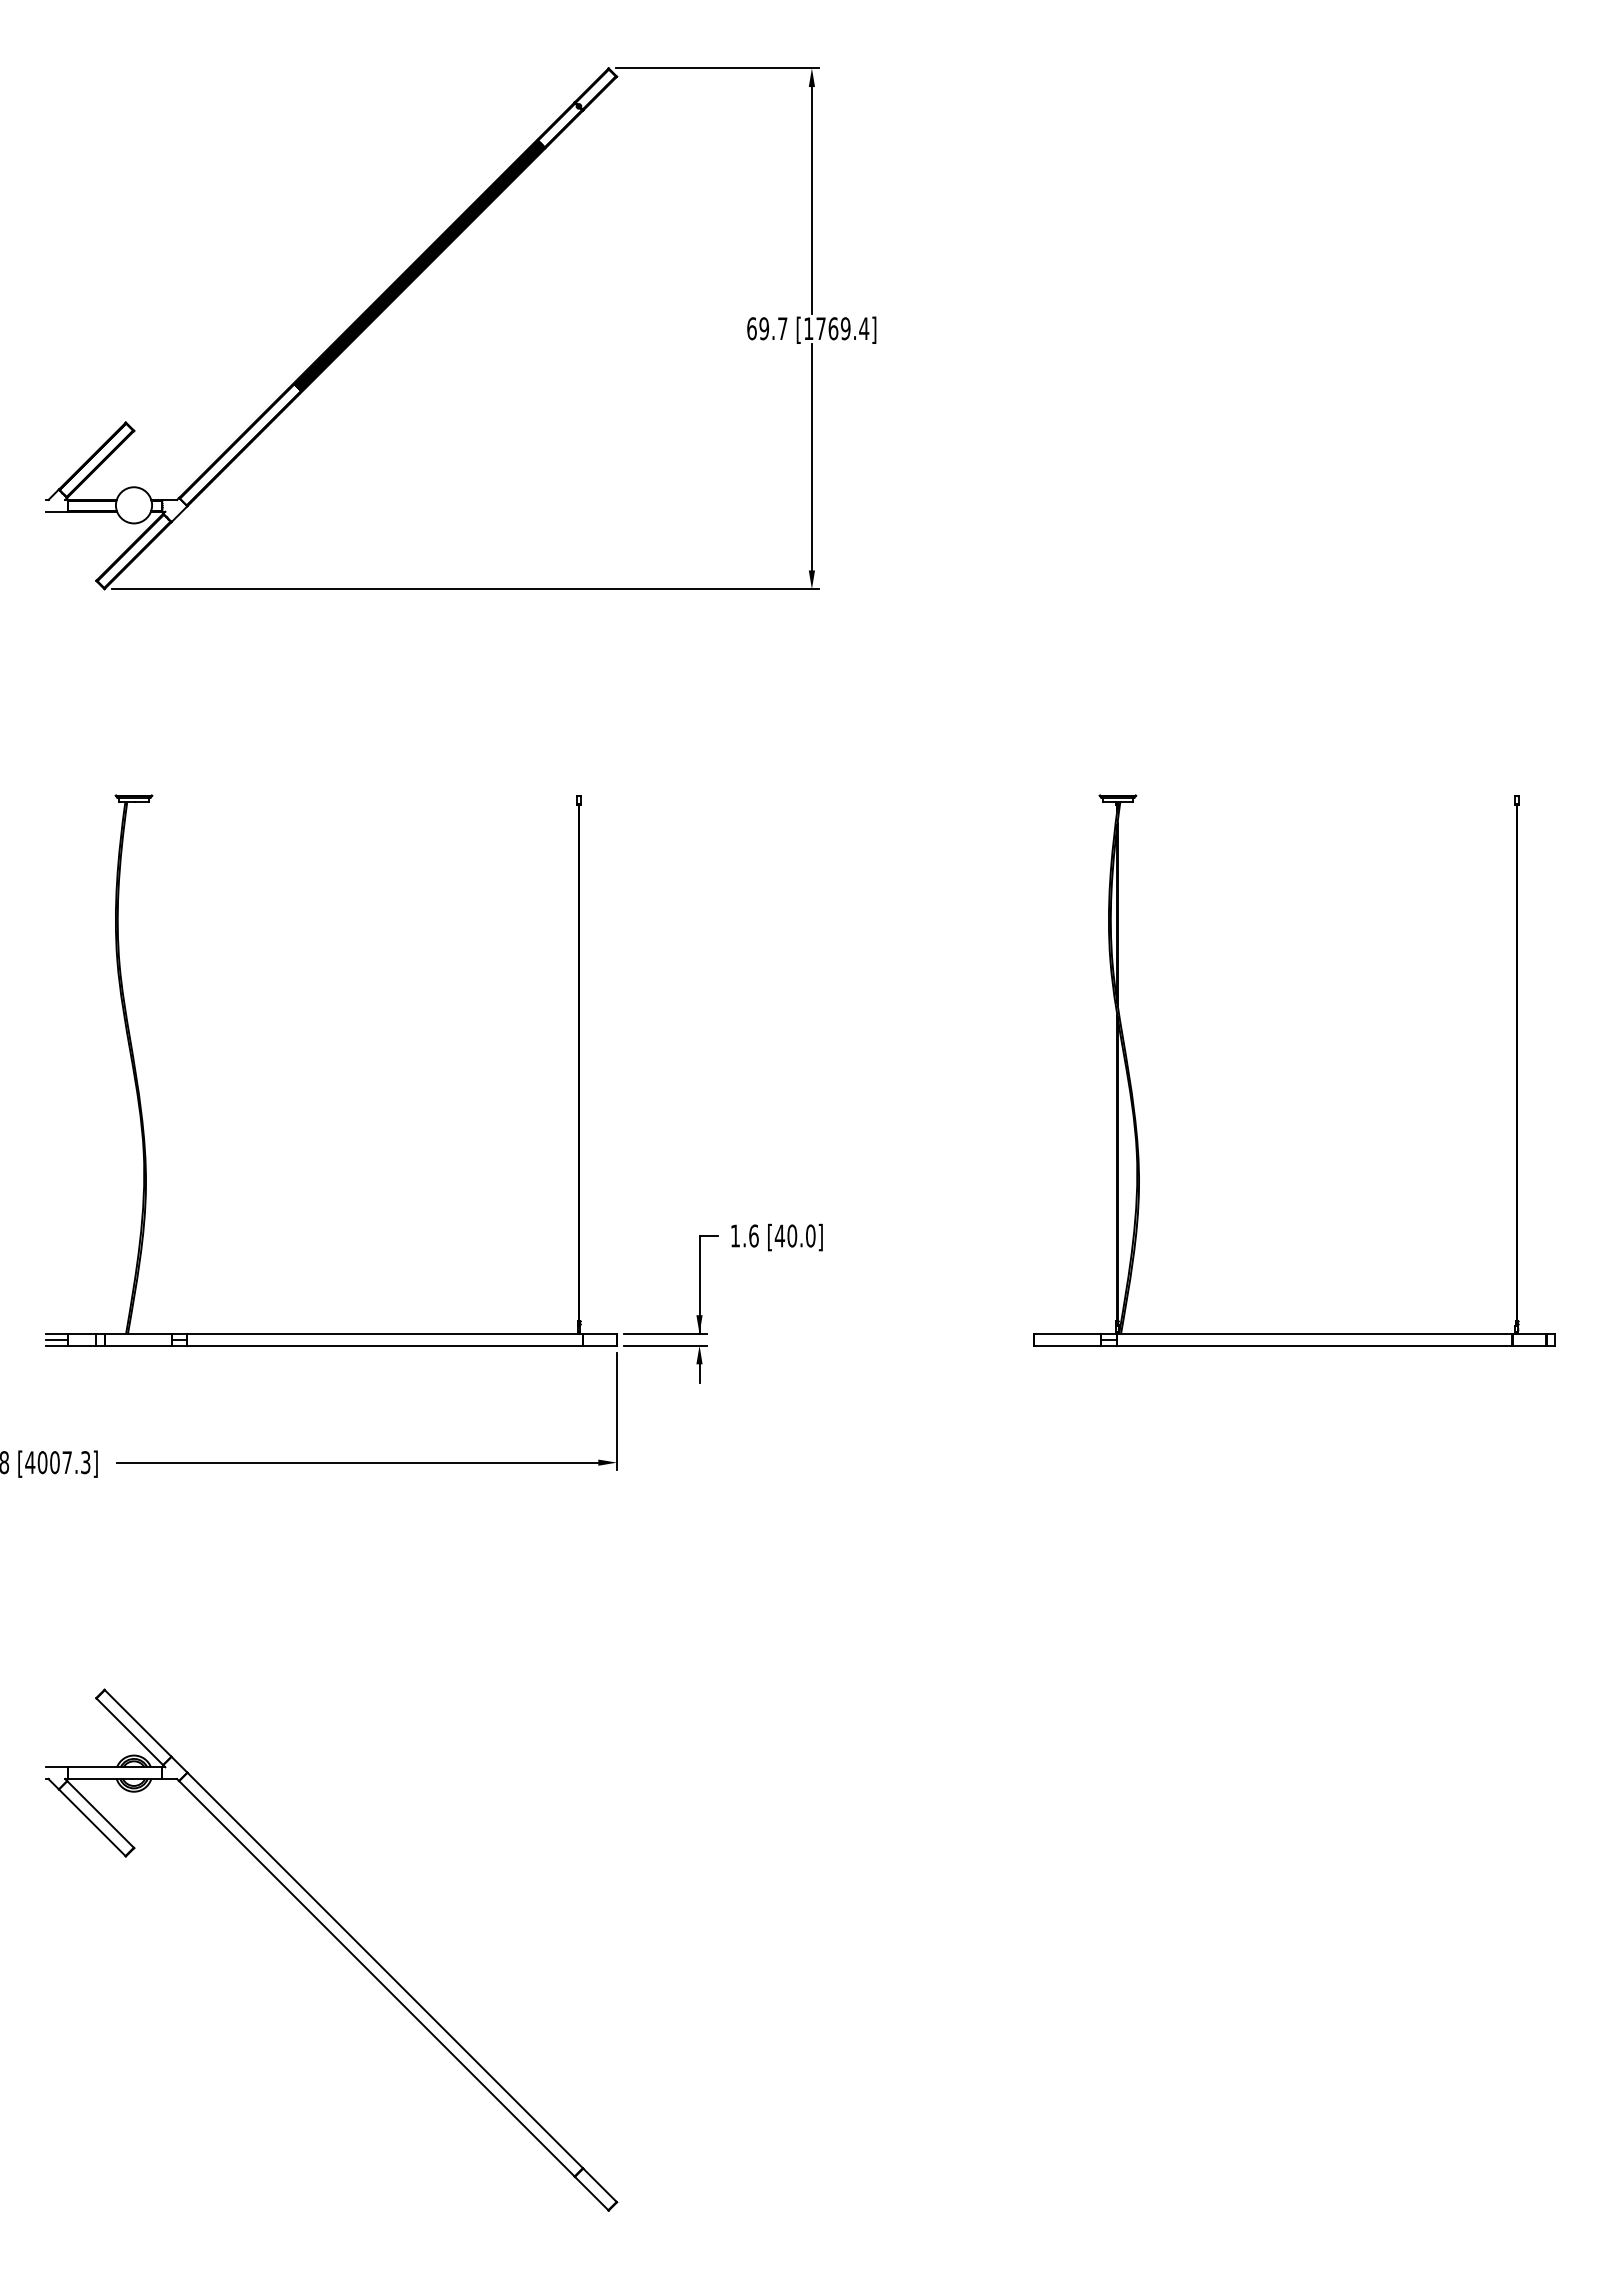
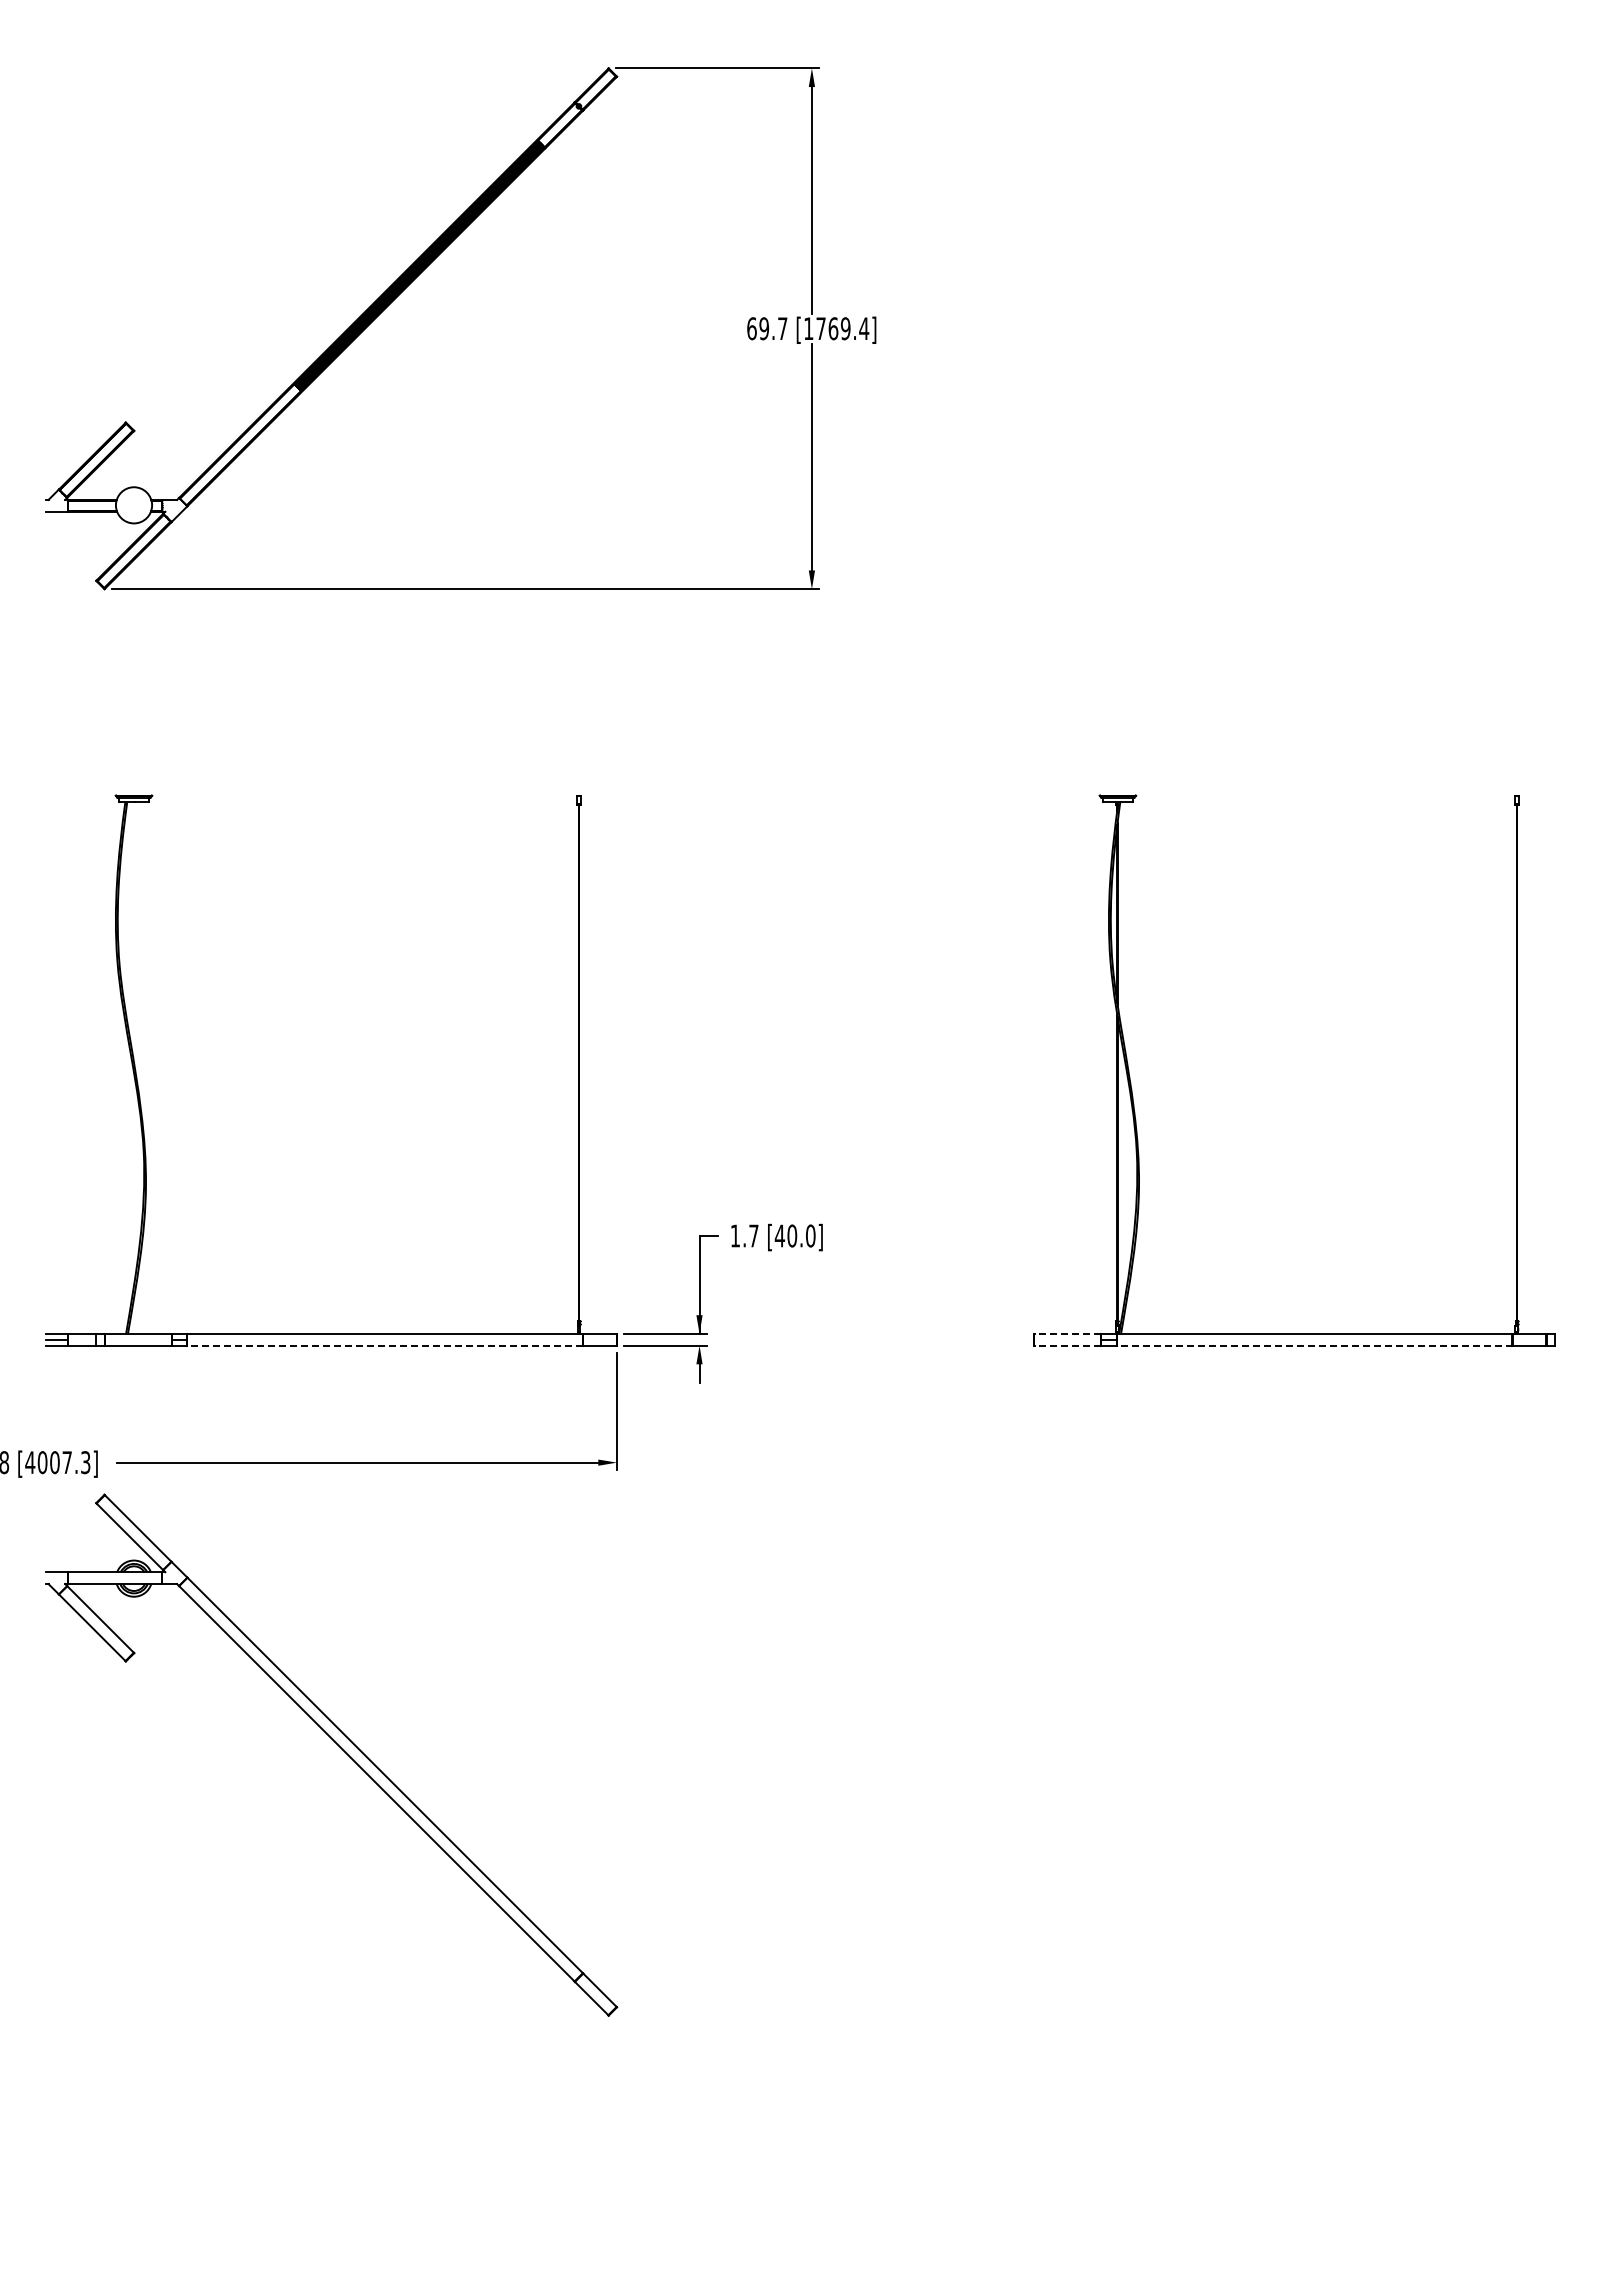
text at (753, 1235): 1.6 -> 1.7
line at (1067, 1333): solid -> dashed
line at (385, 1345): solid -> dashed
line at (1067, 1345): solid -> dashed
line at (1314, 1345): solid -> dashed
part at (338, 1941) position: (338, 1941) -> (338, 1746)
